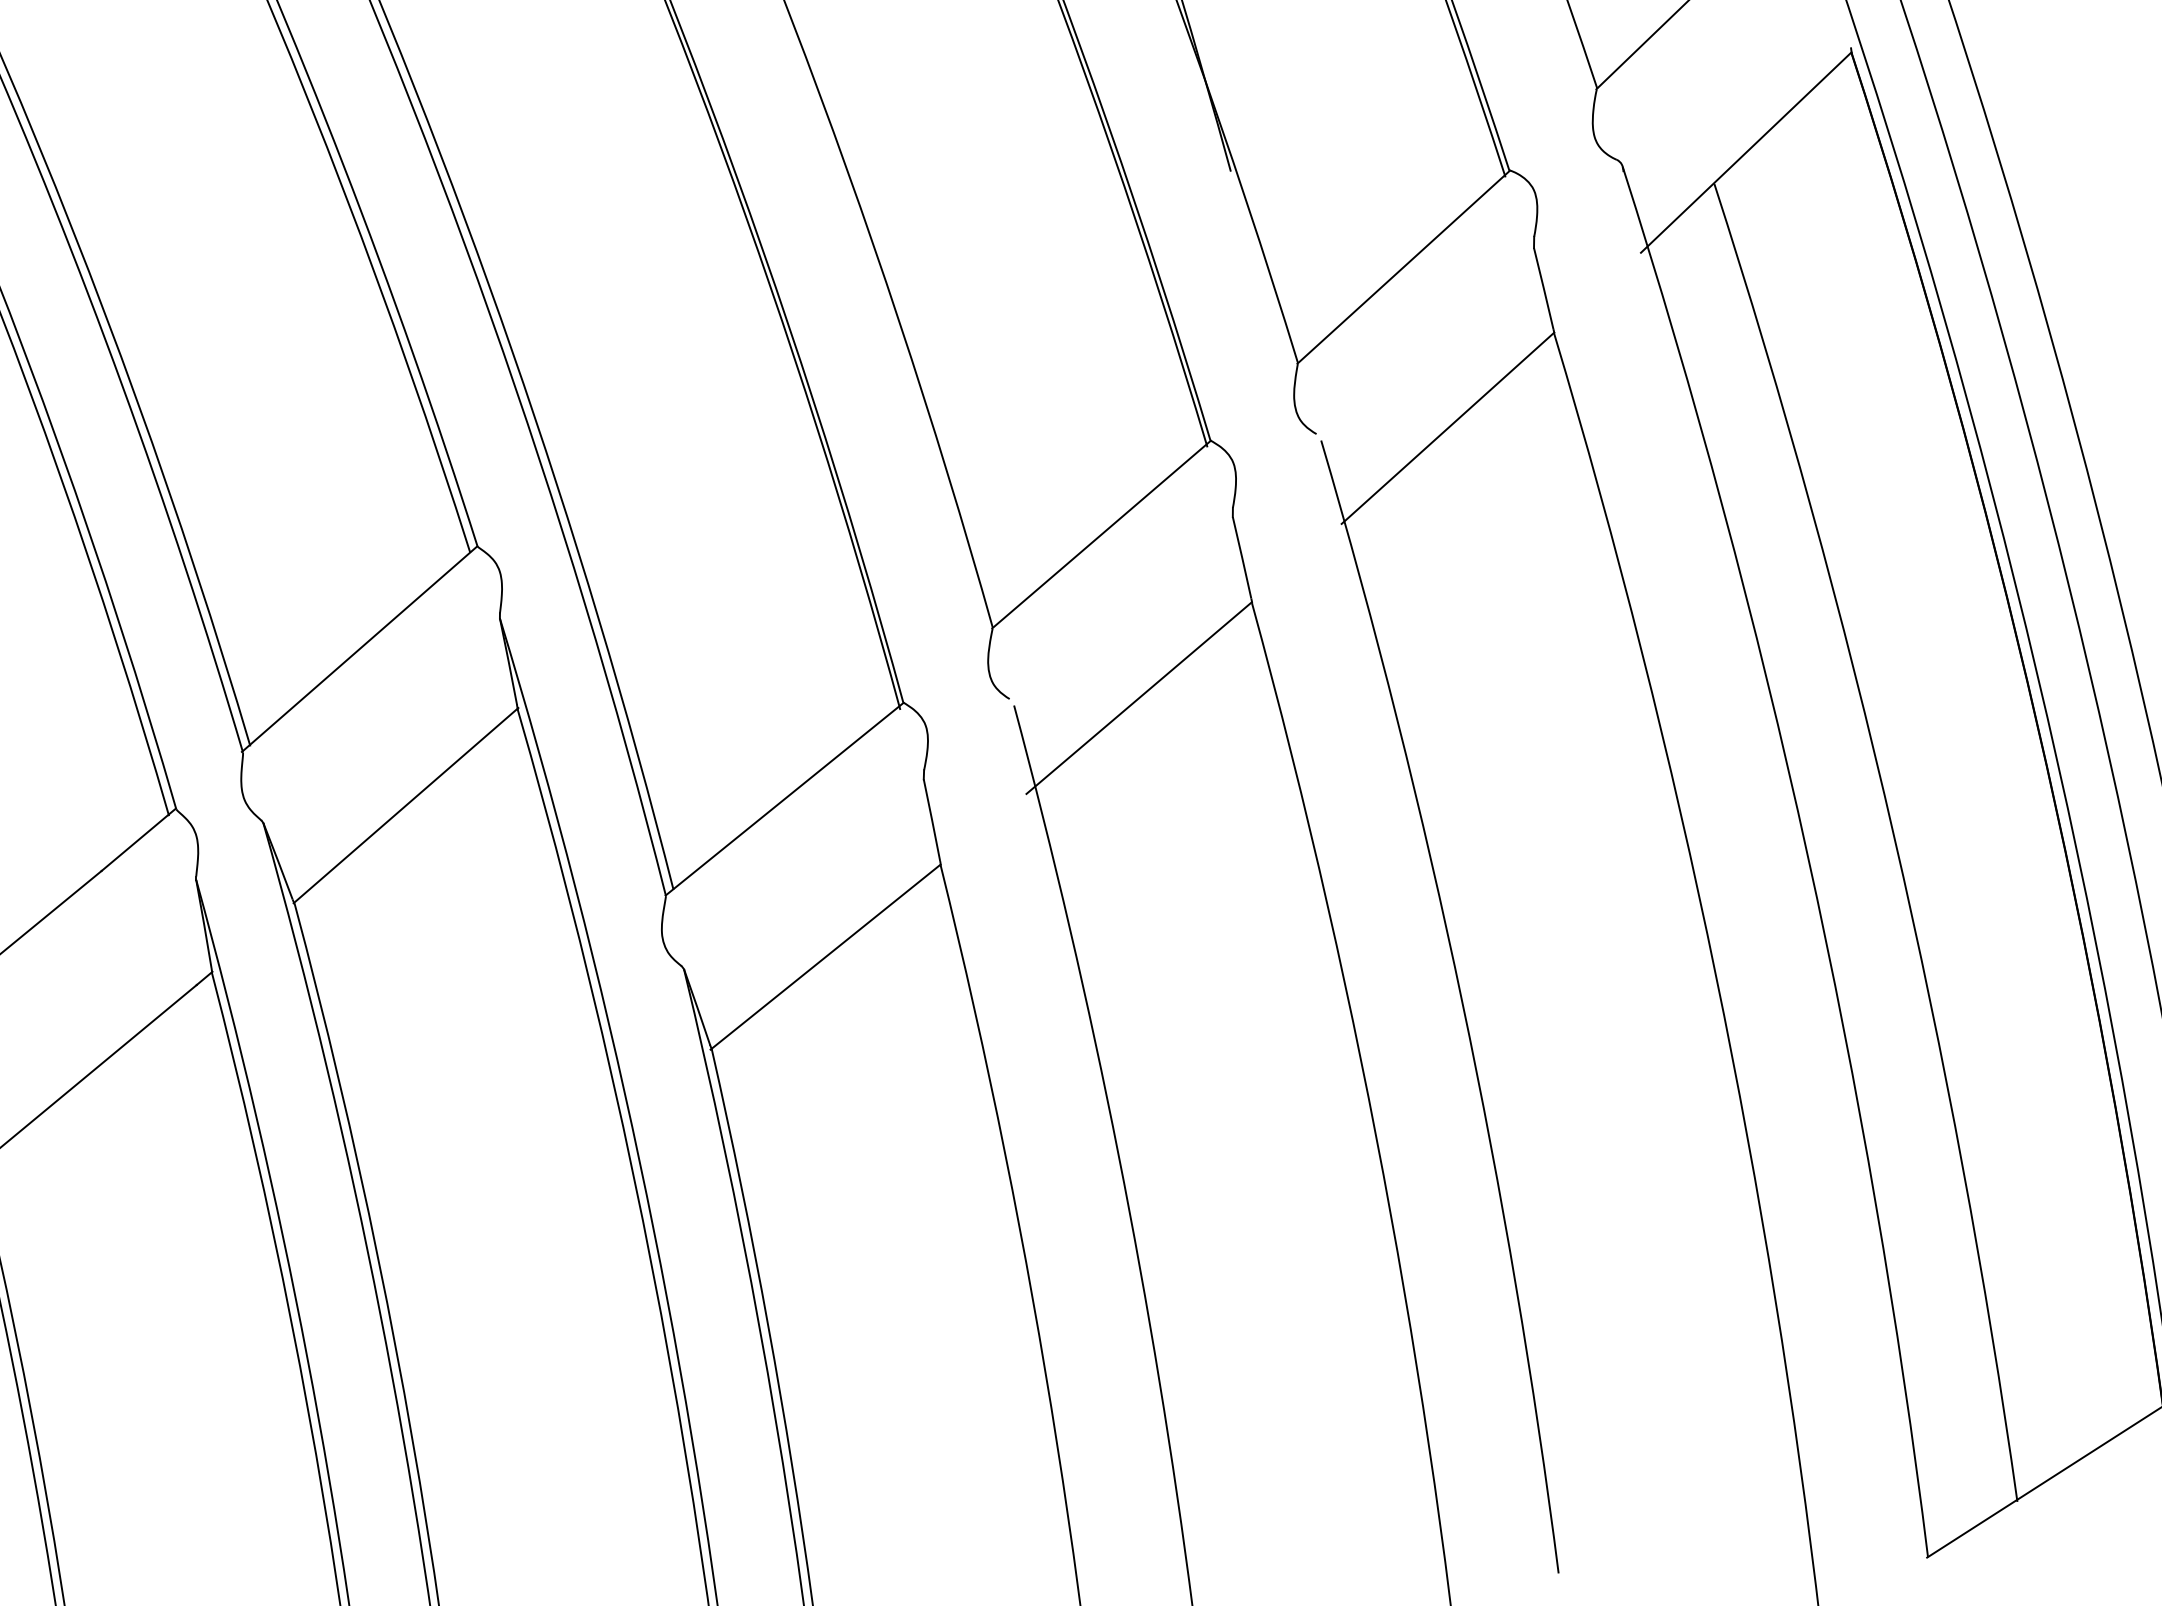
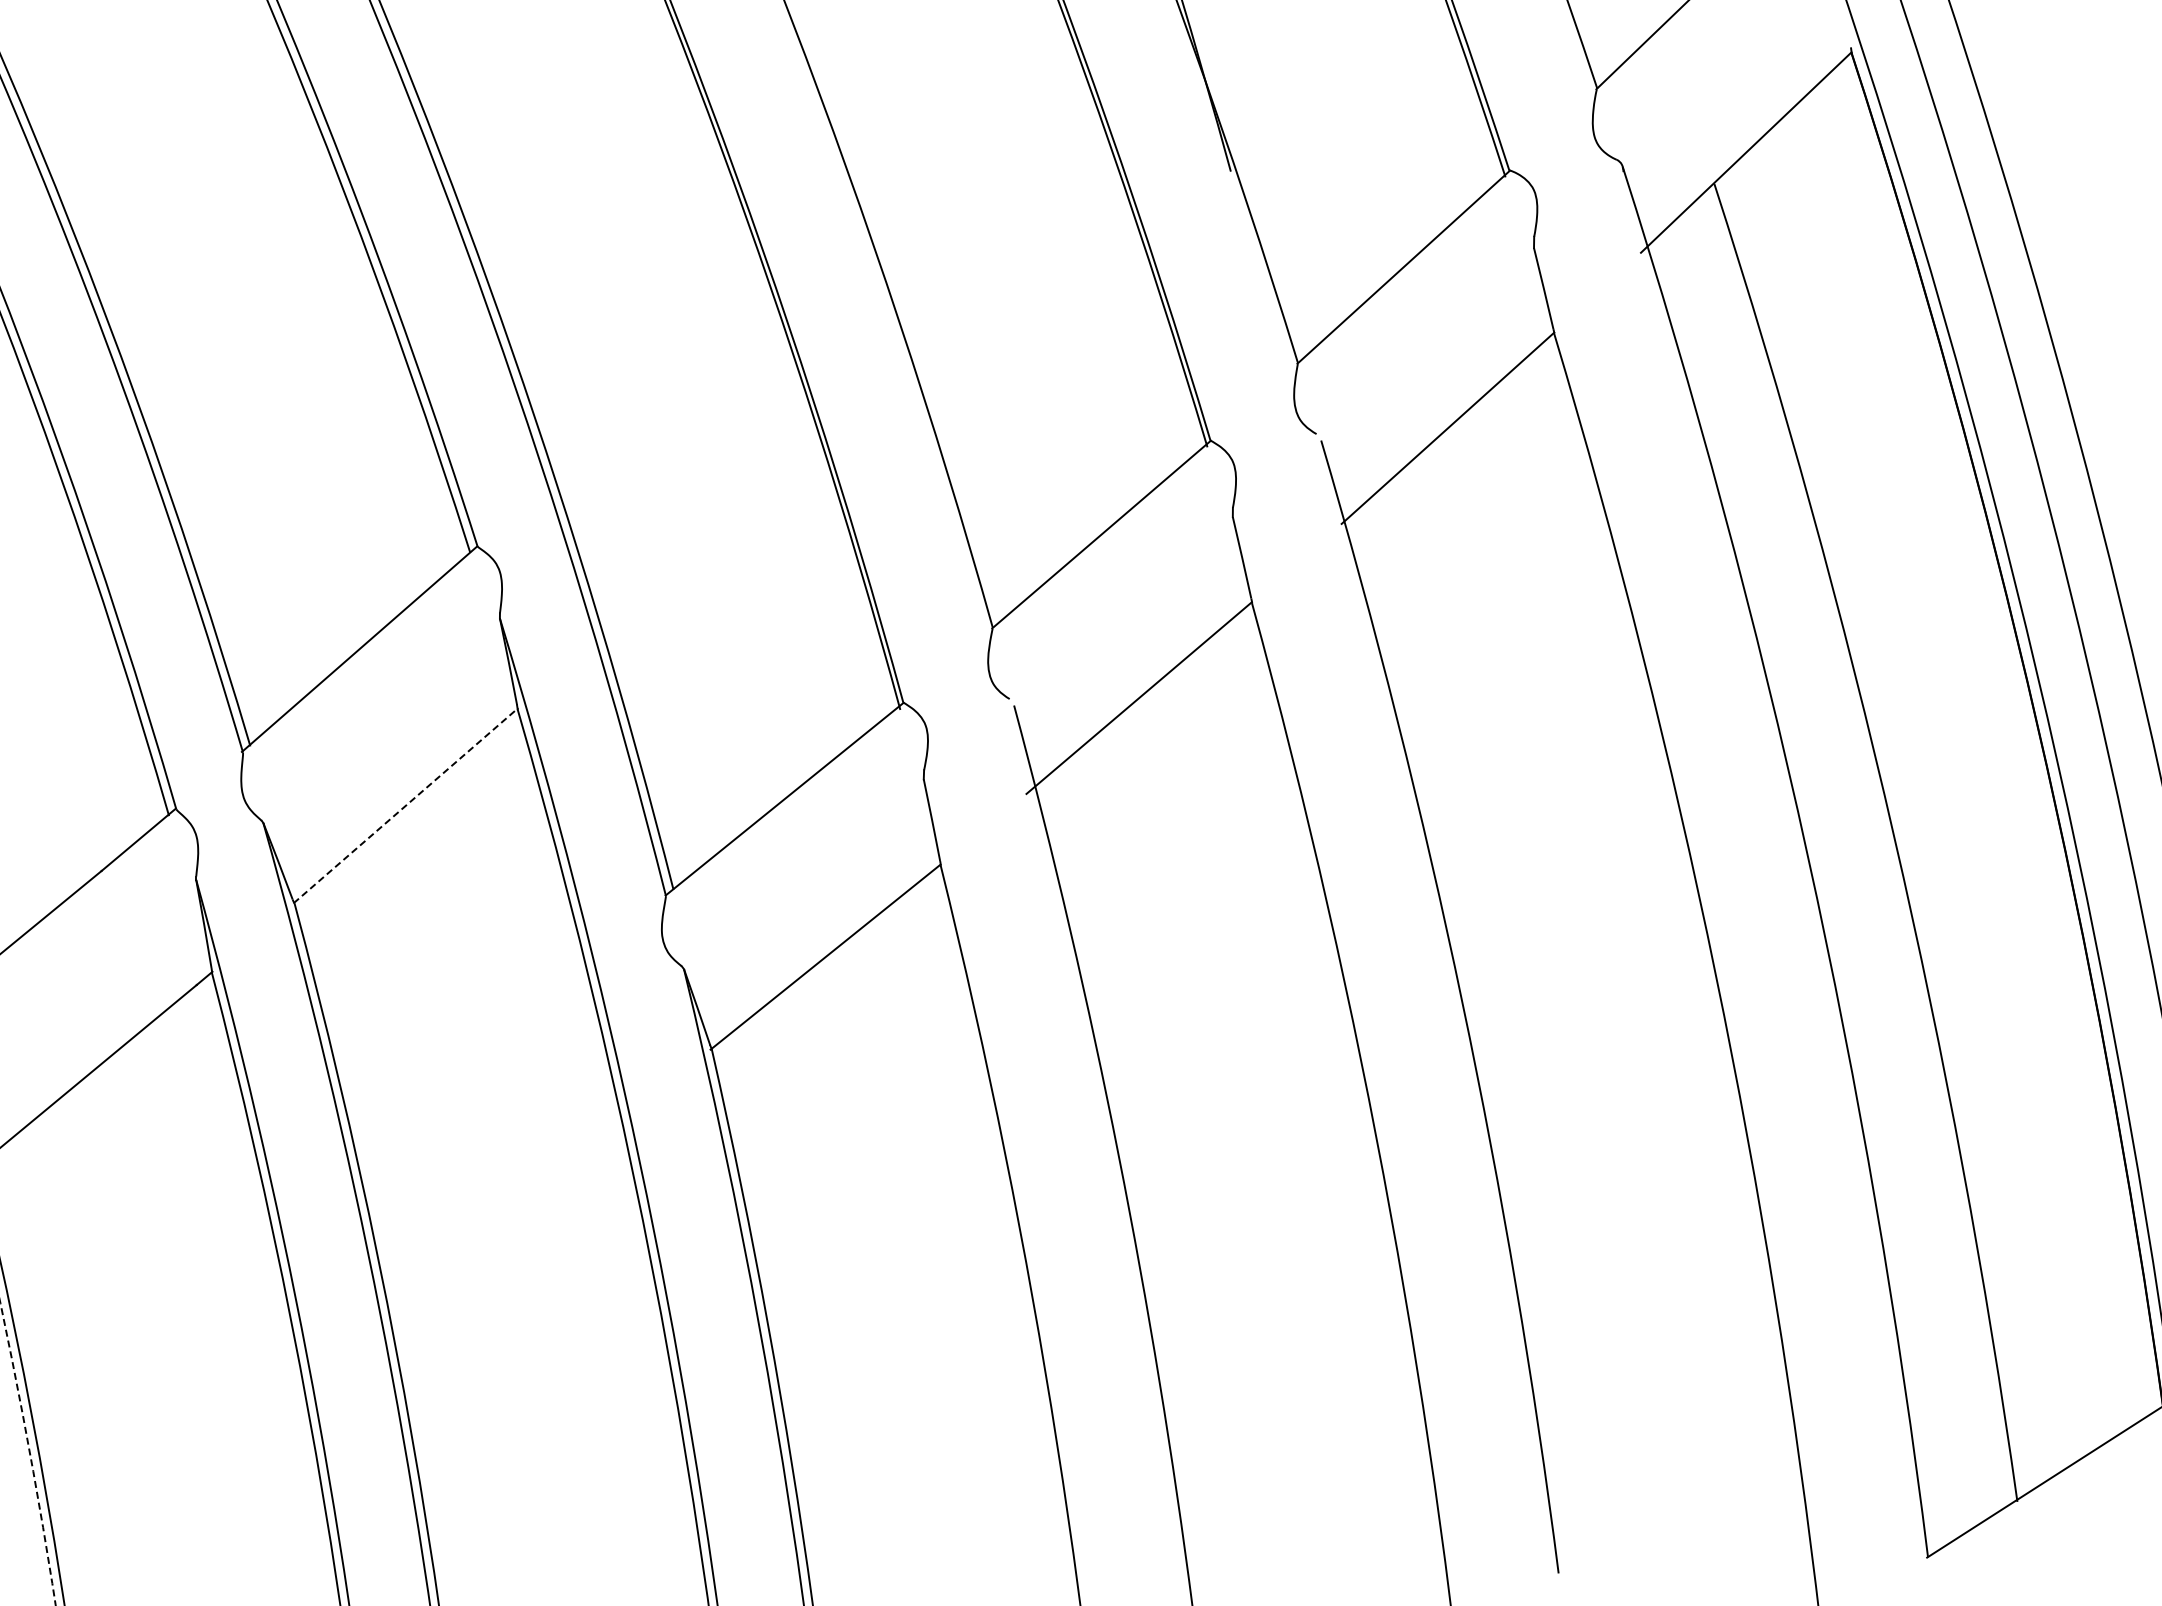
line at (406, 805): solid -> dashed
arc at (29, 1452): solid -> dashed
